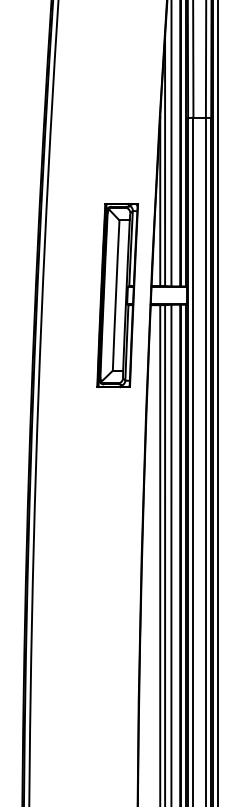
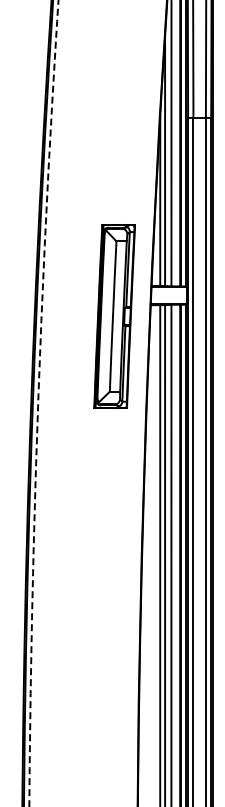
part at (117, 295) position: (117, 295) -> (114, 316)
arc at (38, 402): solid -> dashed
line at (218, 402): present -> none
